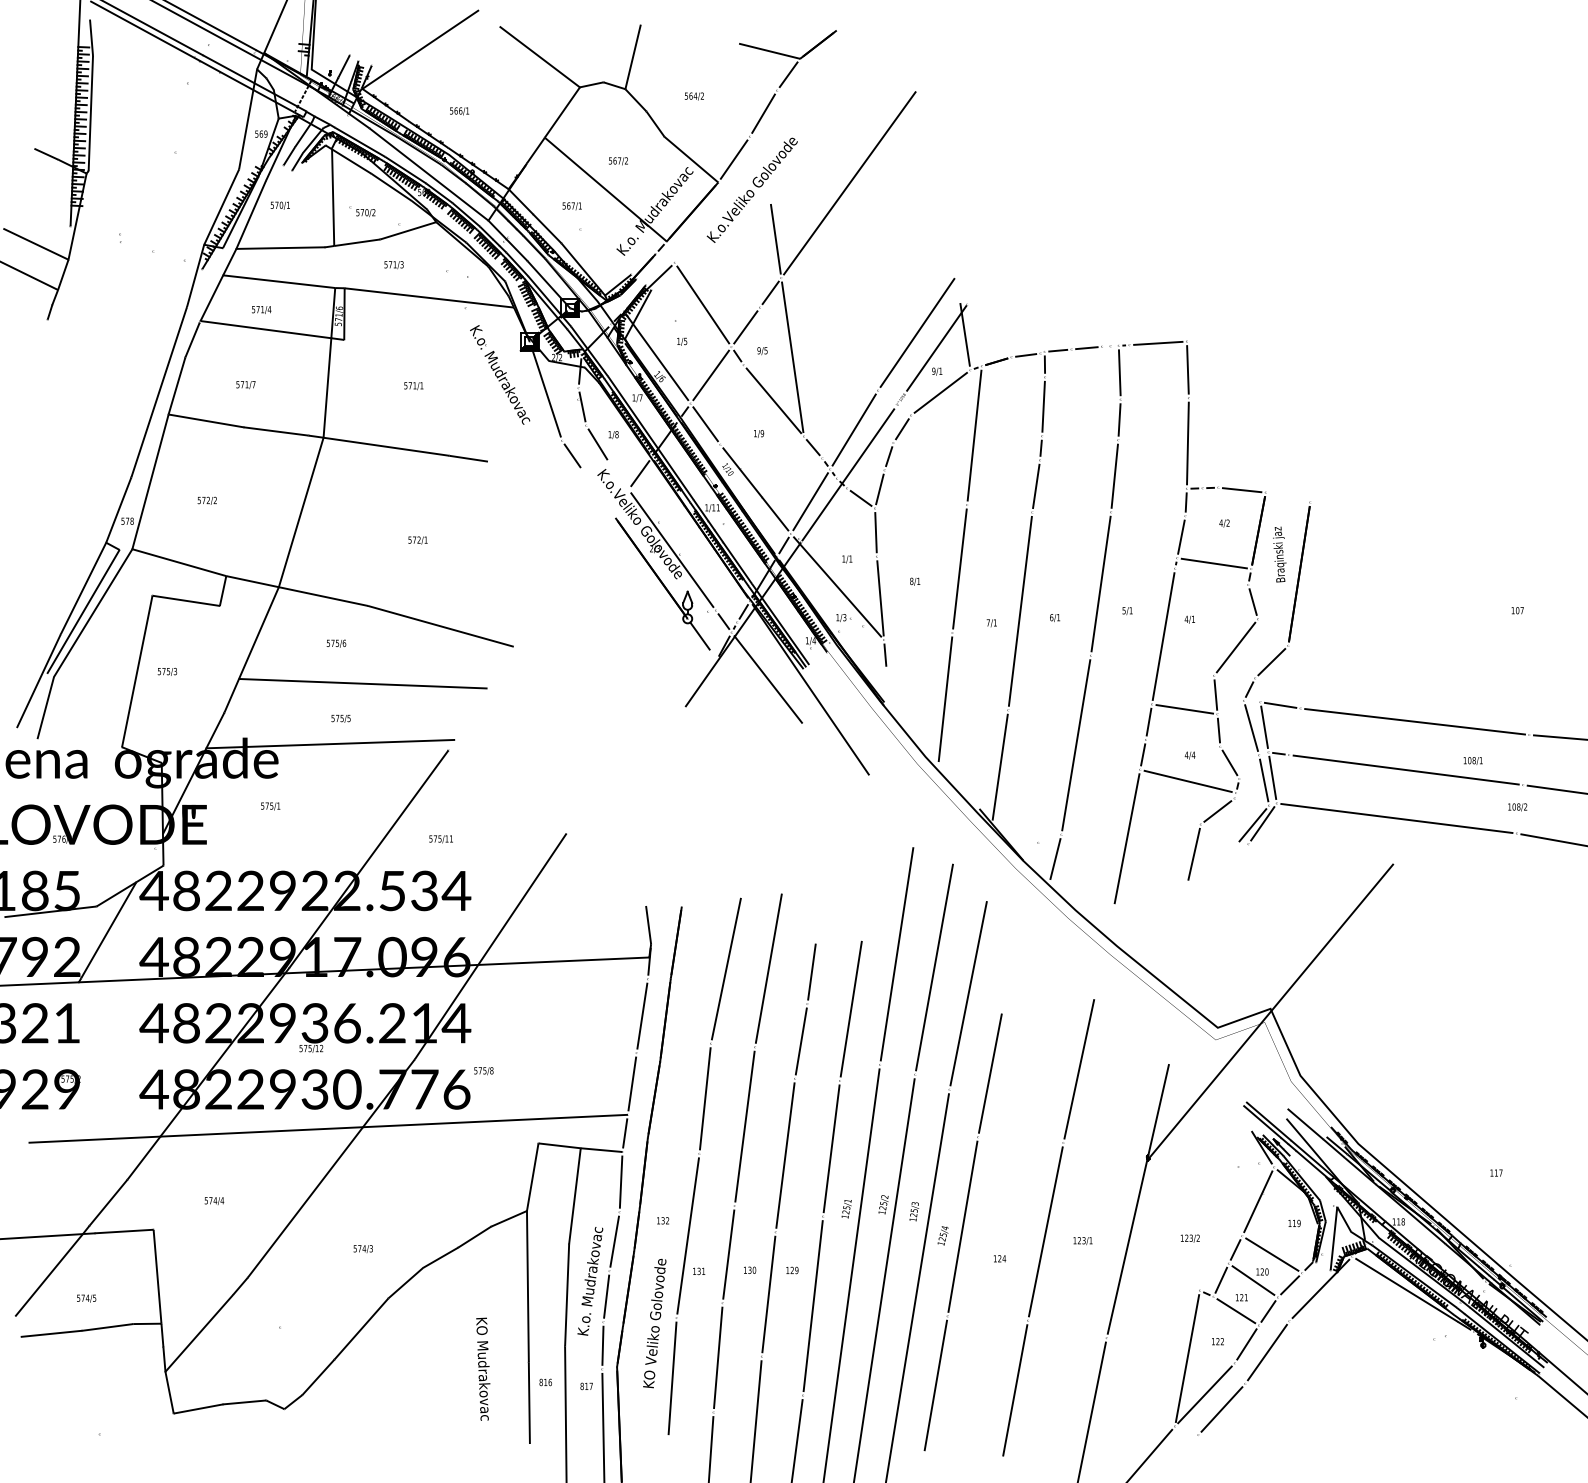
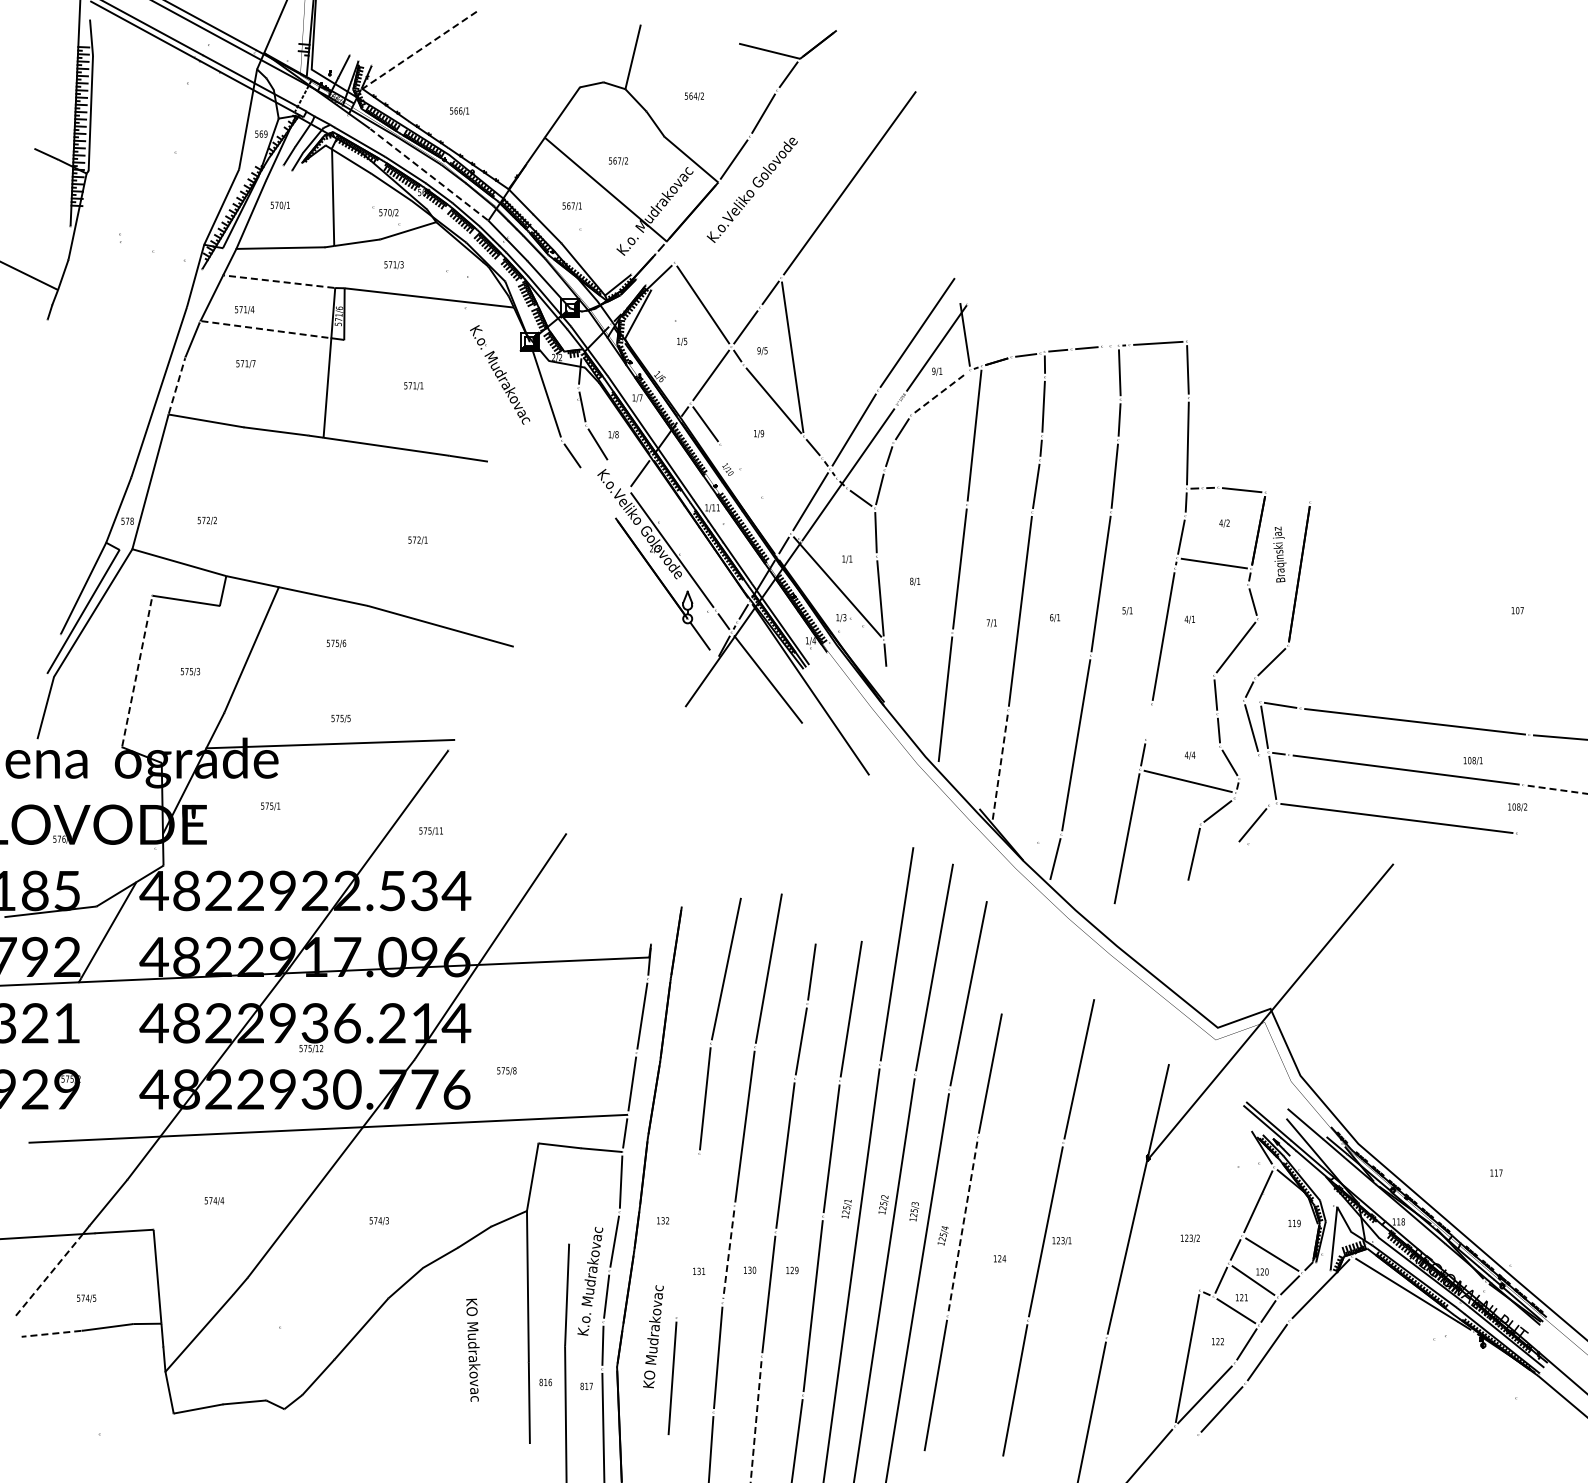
line at (420, 49): solid -> dashed
line at (539, 56): present -> none
line at (428, 174): solid -> dashed
part at (362, 211) position: (362, 211) -> (385, 211)
line at (775, 238): present -> none
line at (35, 244): present -> none
line at (278, 281): solid -> dashed
text at (261, 309) position: (261, 309) -> (244, 309)
line at (266, 329): solid -> dashed
line at (657, 357): present -> none
line at (177, 385): solid -> dashed
text at (245, 385) position: (245, 385) -> (245, 364)
line at (940, 392): solid -> dashed
line at (755, 489): present -> none
text at (206, 500) position: (206, 500) -> (206, 520)
line at (301, 512): present -> none
line at (137, 671): solid -> dashed
text at (167, 671) position: (167, 671) -> (190, 671)
line at (38, 681): present -> none
line at (362, 683): present -> none
line at (1184, 709): present -> none
line at (1148, 721): present -> none
line at (1000, 767): solid -> dashed
line at (1264, 780): present -> none
line at (1558, 789): solid -> dashed
line at (1262, 823): present -> none
text at (440, 839) position: (440, 839) -> (430, 831)
line at (1552, 839): present -> none
line at (648, 924): present -> none
text at (483, 1071) position: (483, 1071) -> (506, 1071)
line at (574, 1196): present -> none
line at (962, 1227): solid -> dashed
line at (687, 1235): present -> none
text at (1082, 1241) position: (1082, 1241) -> (1061, 1241)
text at (362, 1248) position: (362, 1248) -> (378, 1220)
line at (728, 1255): solid -> dashed
line at (49, 1274): solid -> dashed
text at (655, 1311): KO Veliko Golovode -> KO Mudrakovac
line at (51, 1333): solid -> dashed
text at (483, 1368) position: (483, 1368) -> (473, 1349)
line at (756, 1421): solid -> dashed
